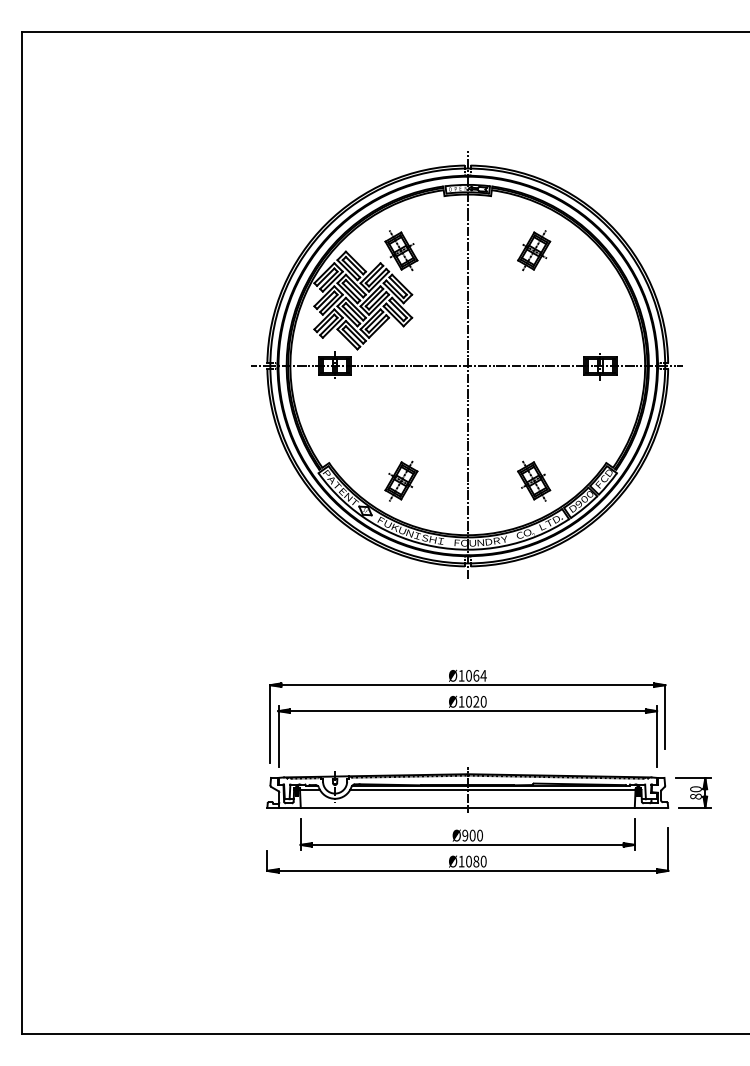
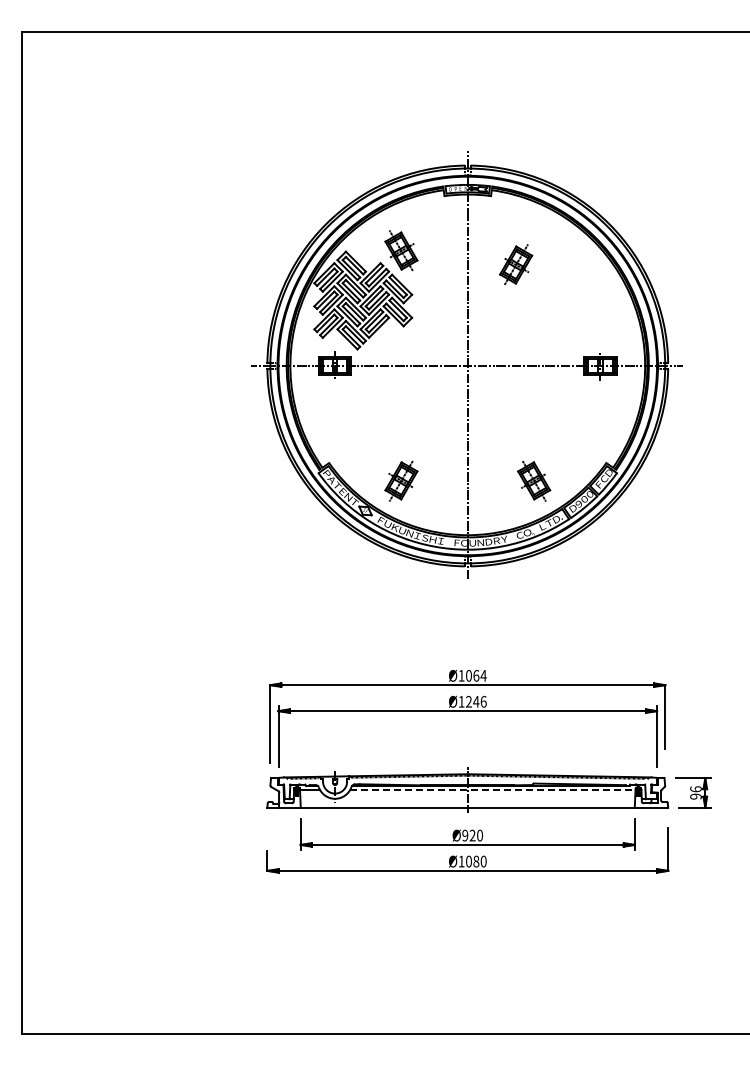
part at (534, 250) position: (534, 250) -> (516, 264)
text at (476, 701): Ø1020 -> Ø1246
line at (492, 790): solid -> dashed
text at (695, 792): 80 -> 96
text at (472, 835): Ø900 -> Ø920
